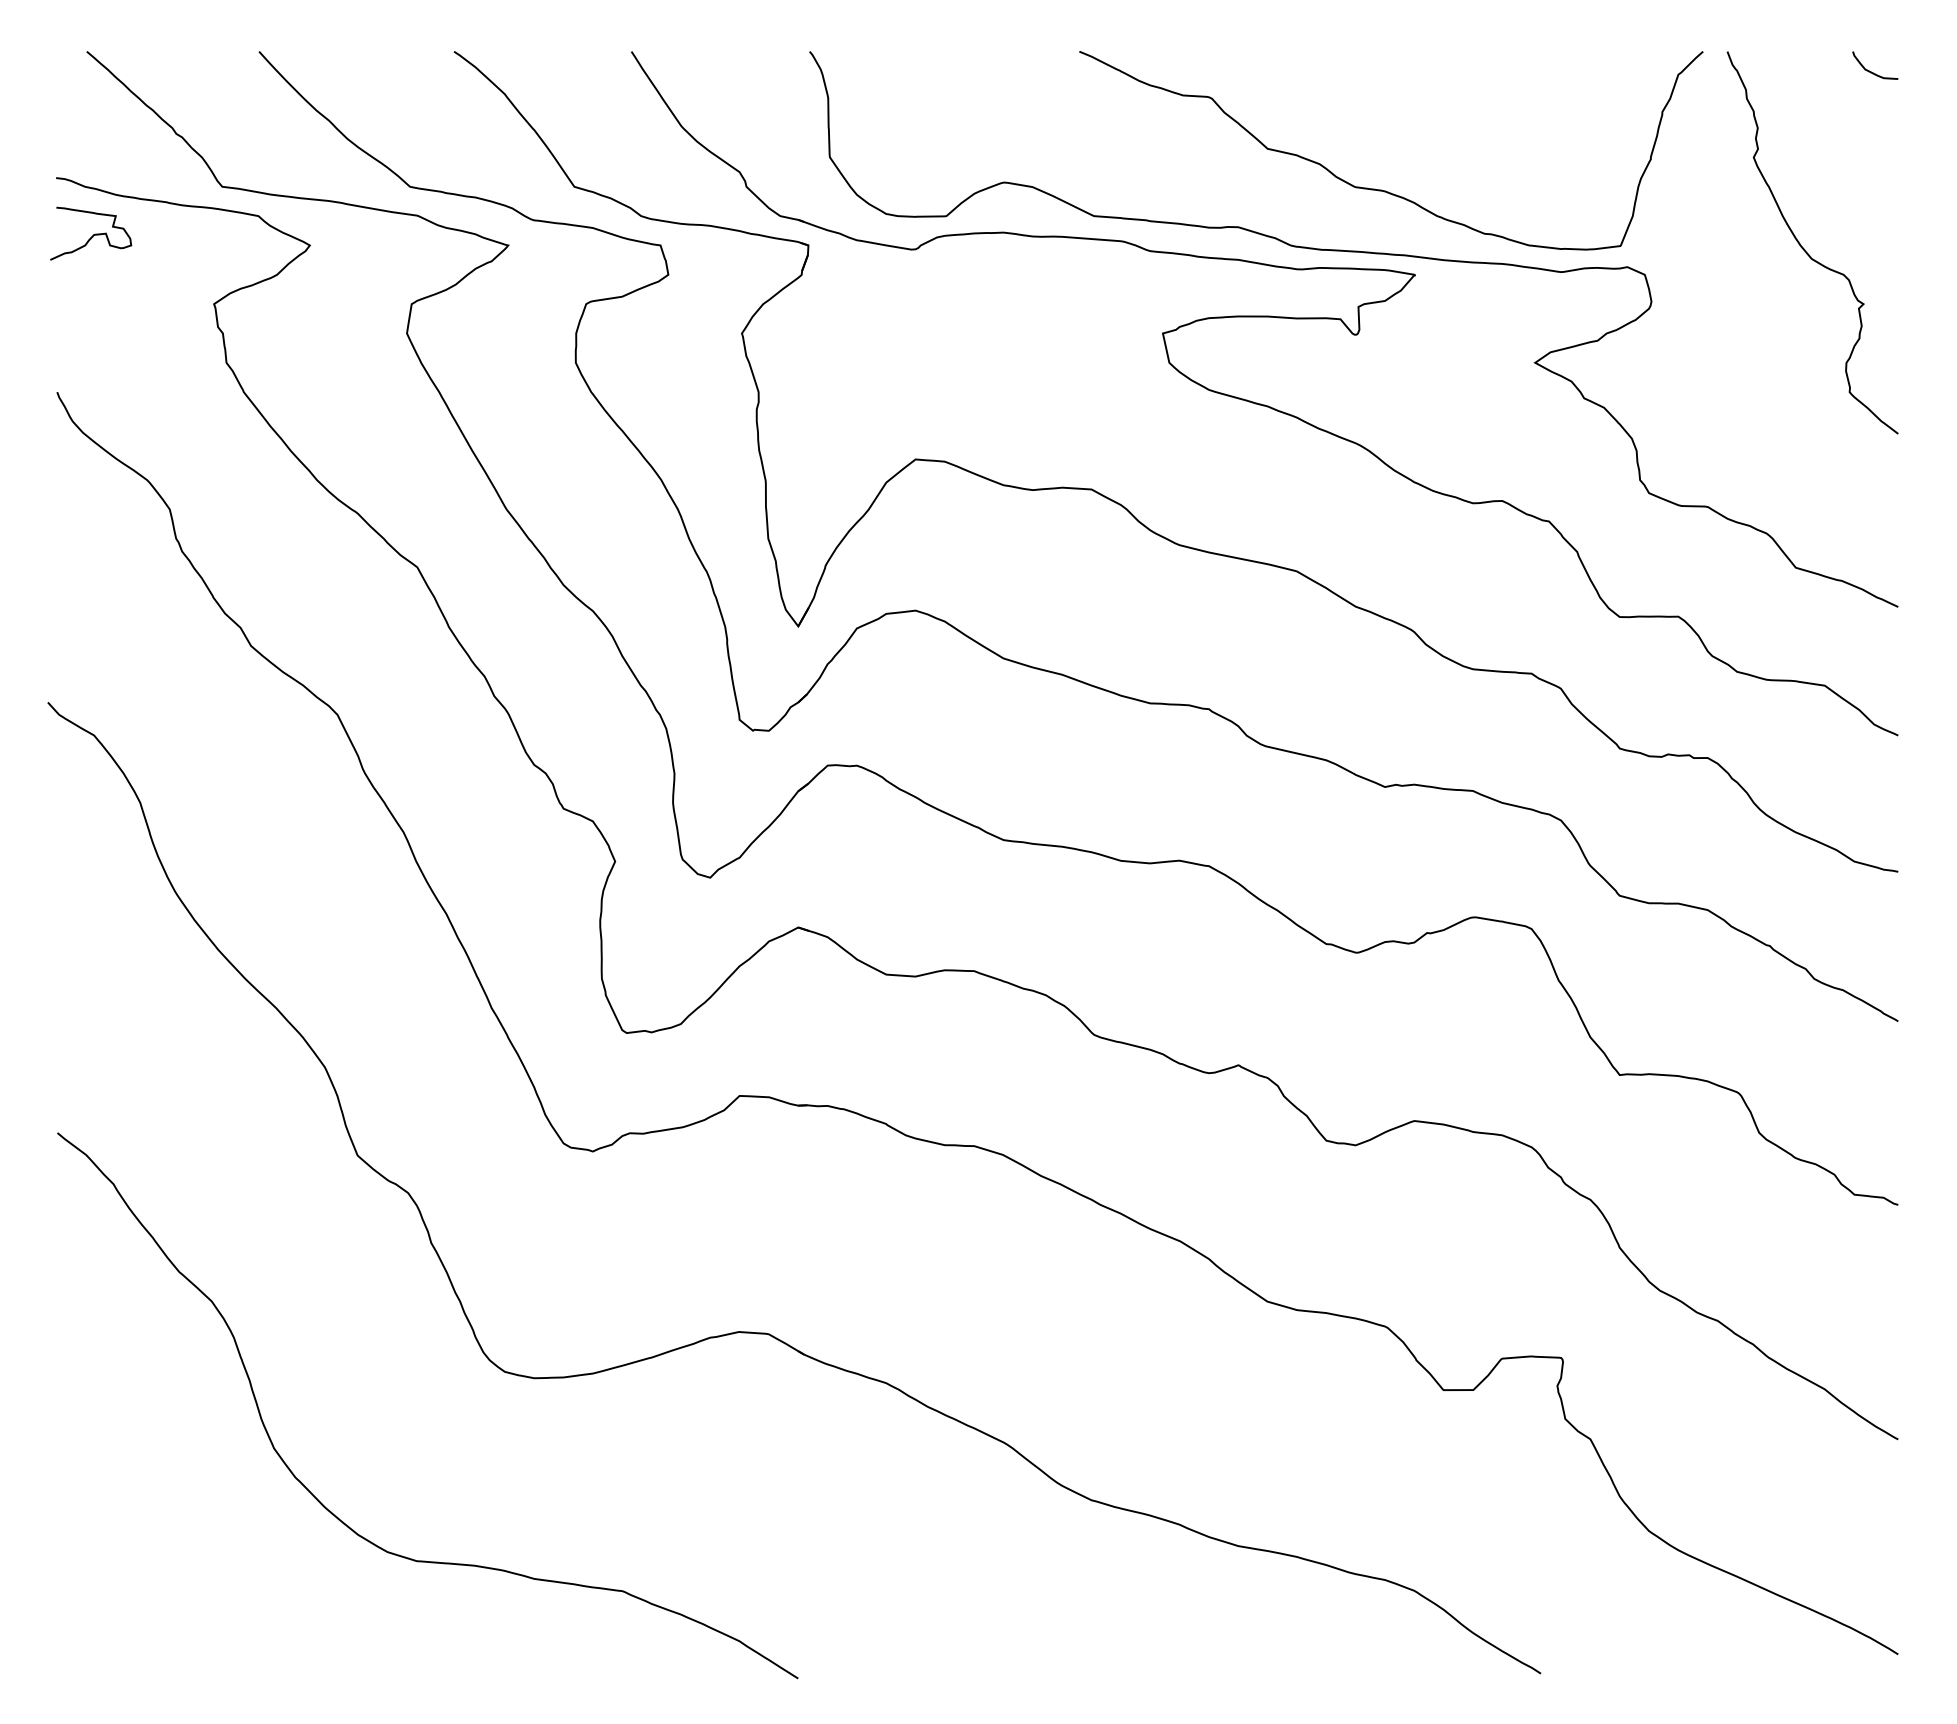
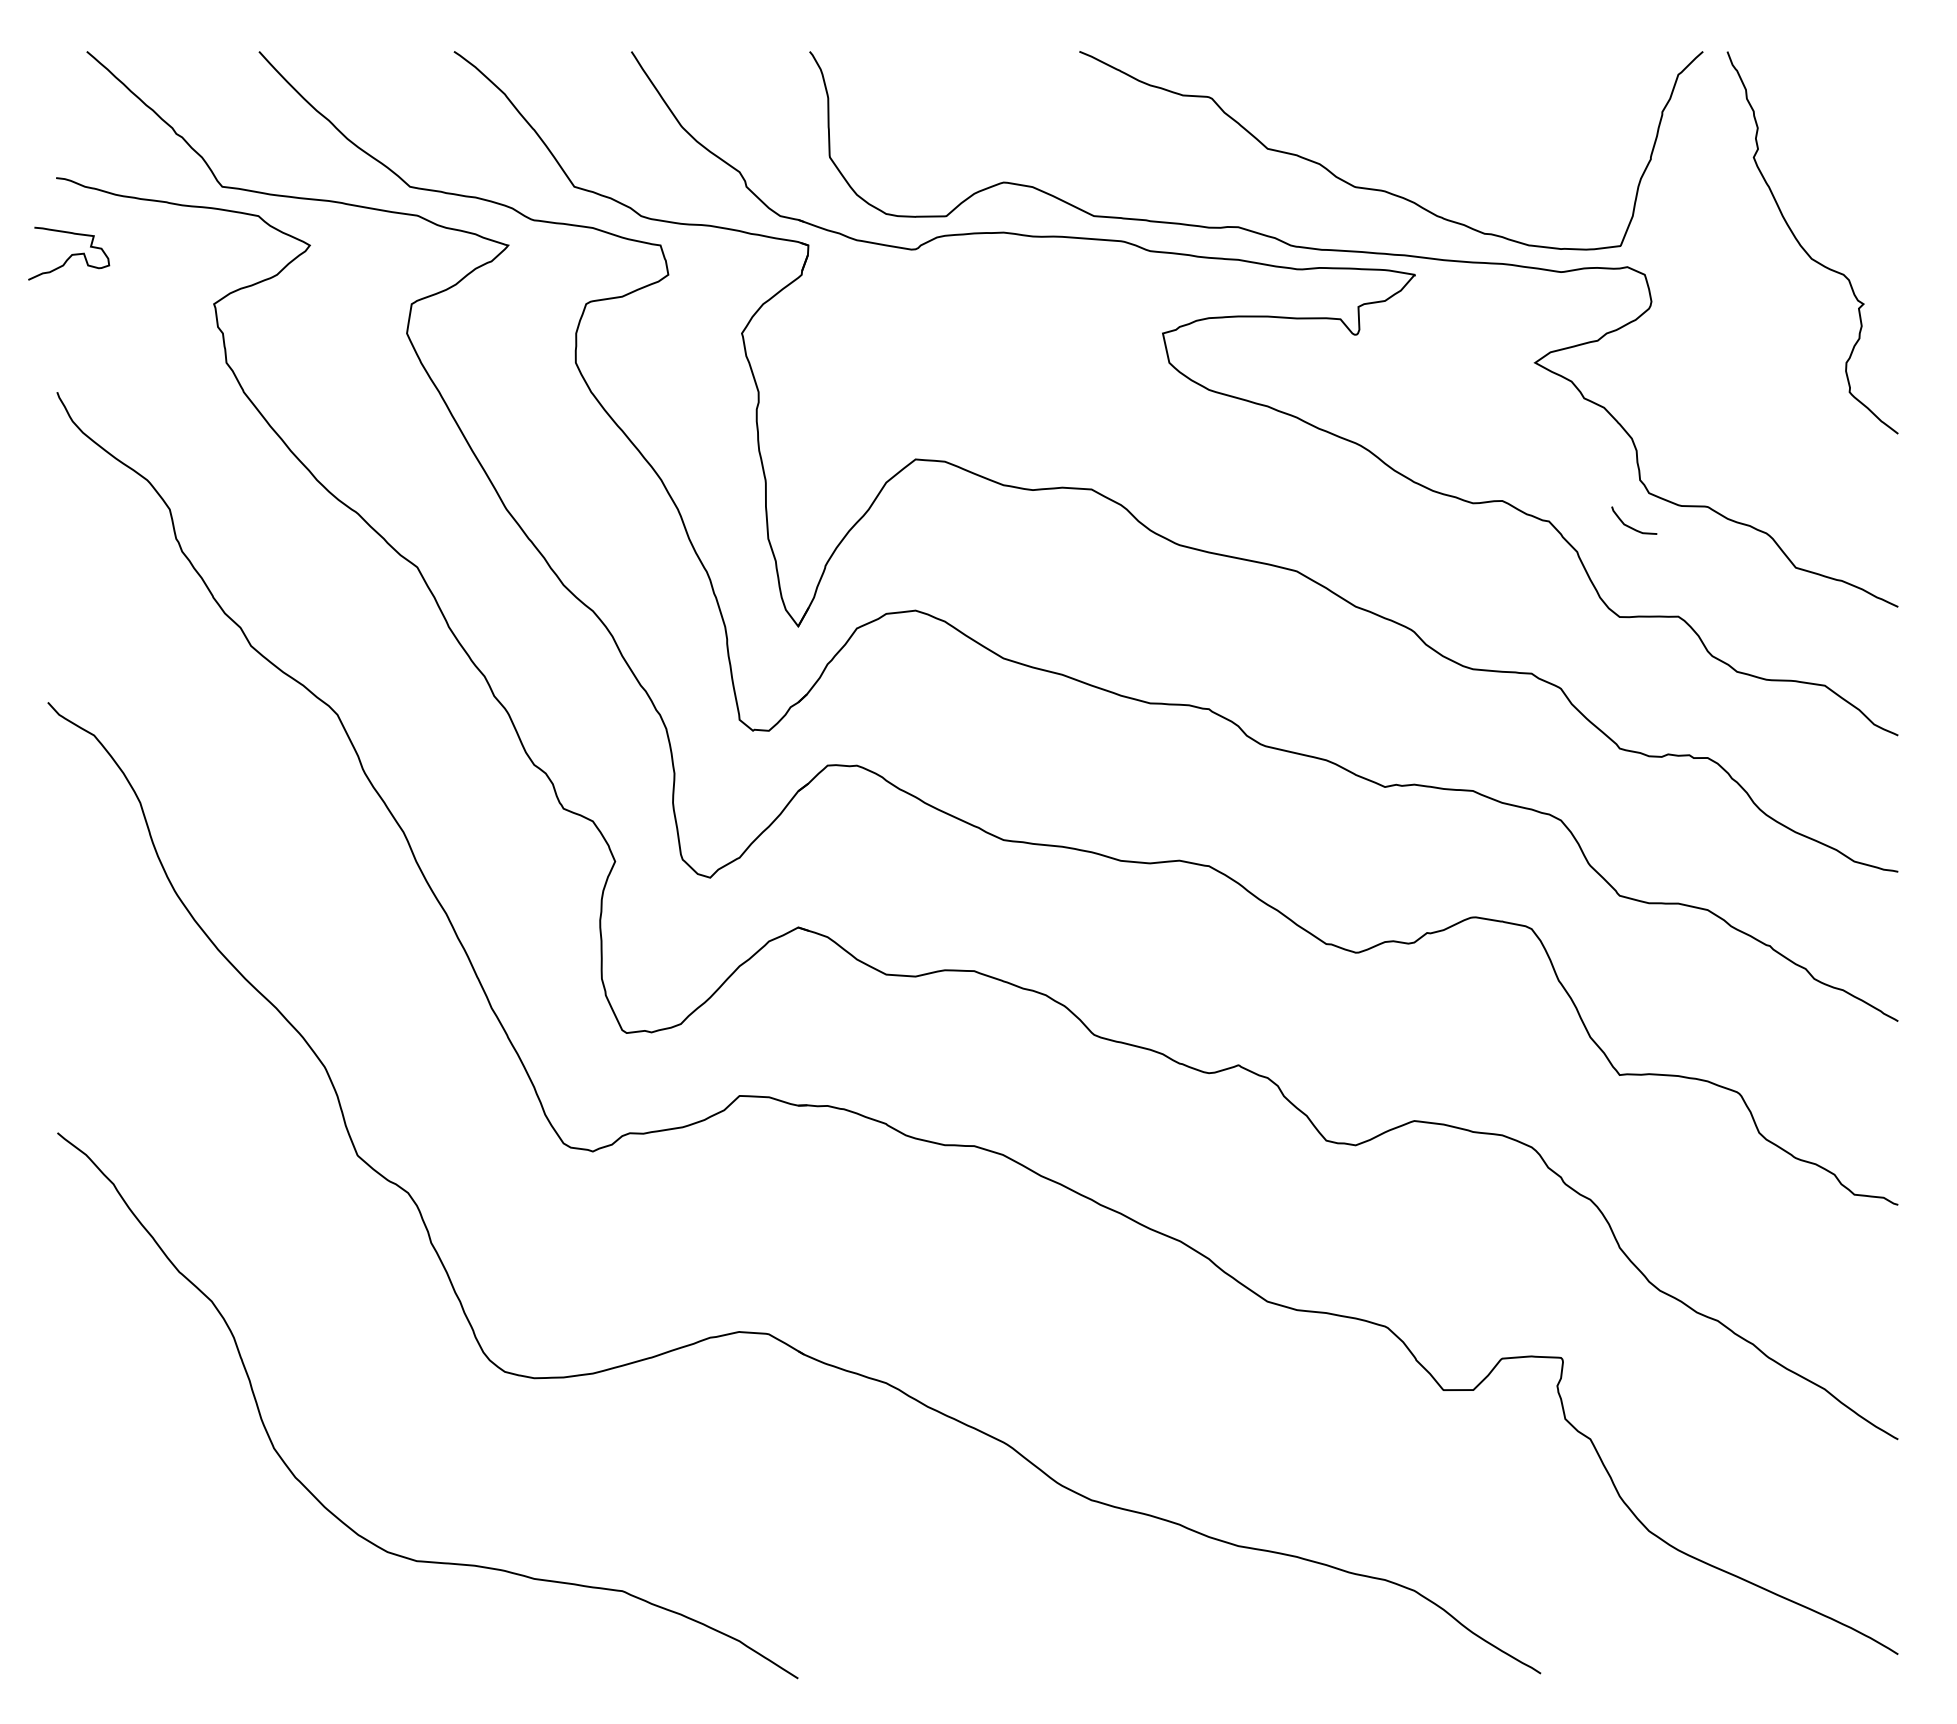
curve at (1871, 71) position: (1871, 71) -> (1630, 526)
curve at (93, 234) position: (93, 234) -> (71, 254)
